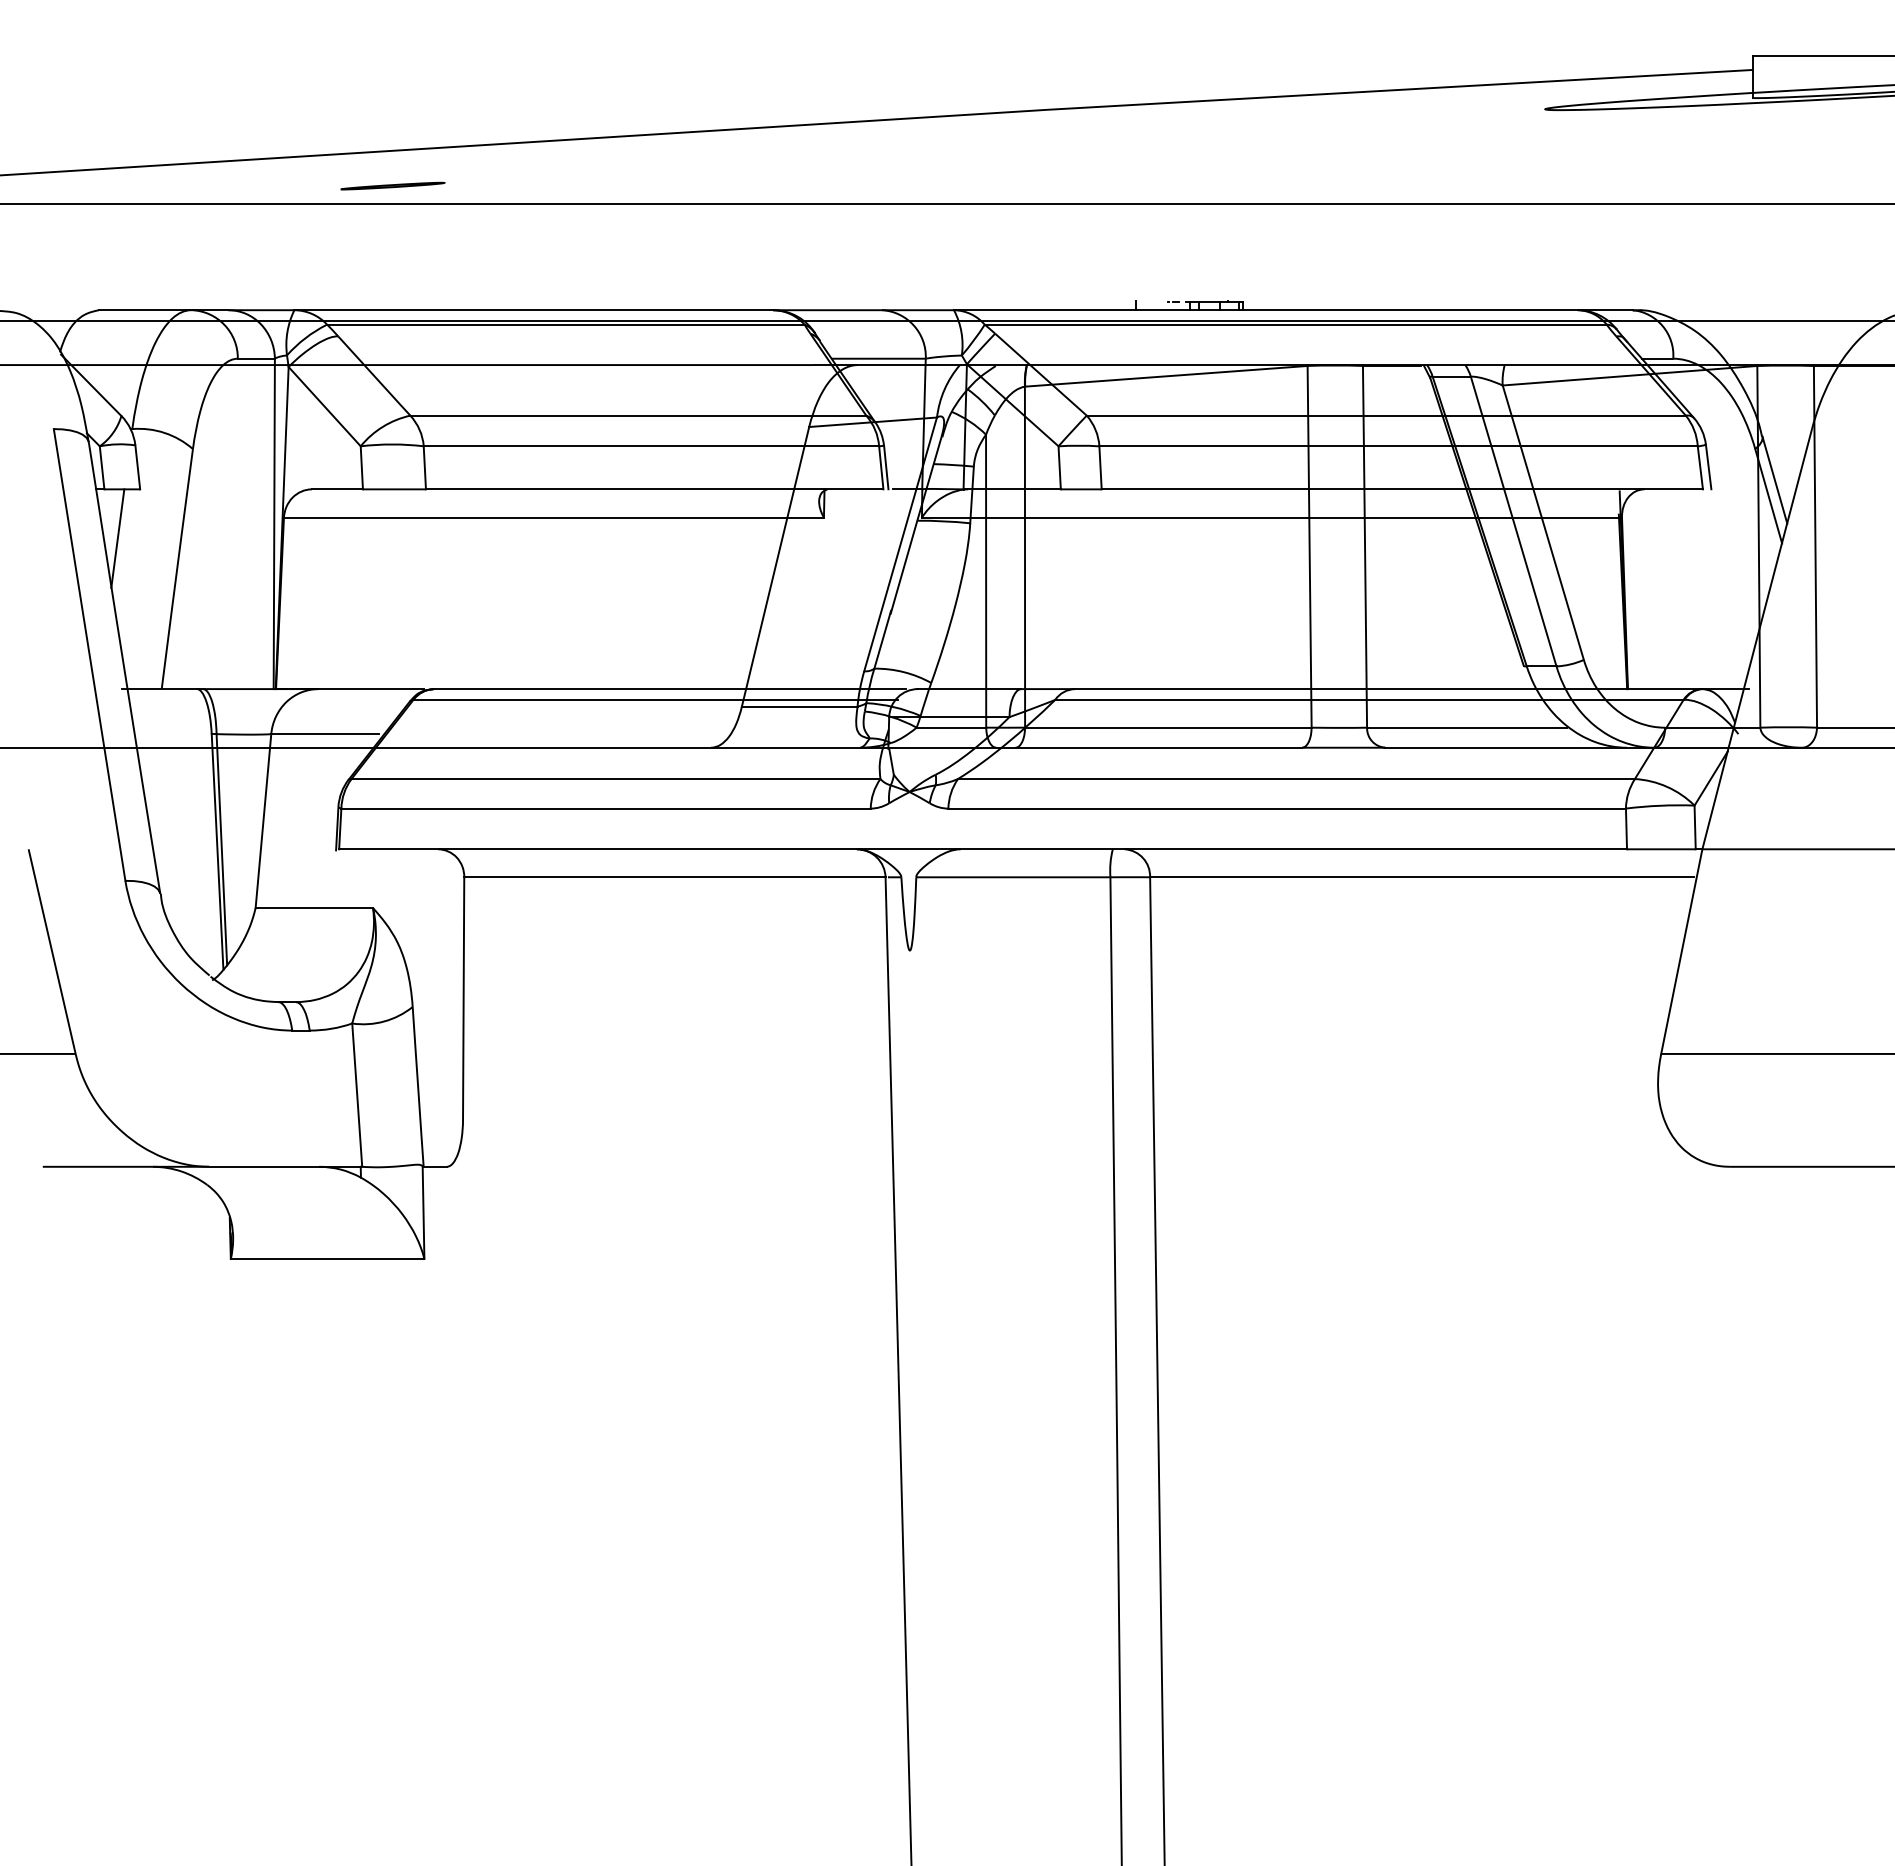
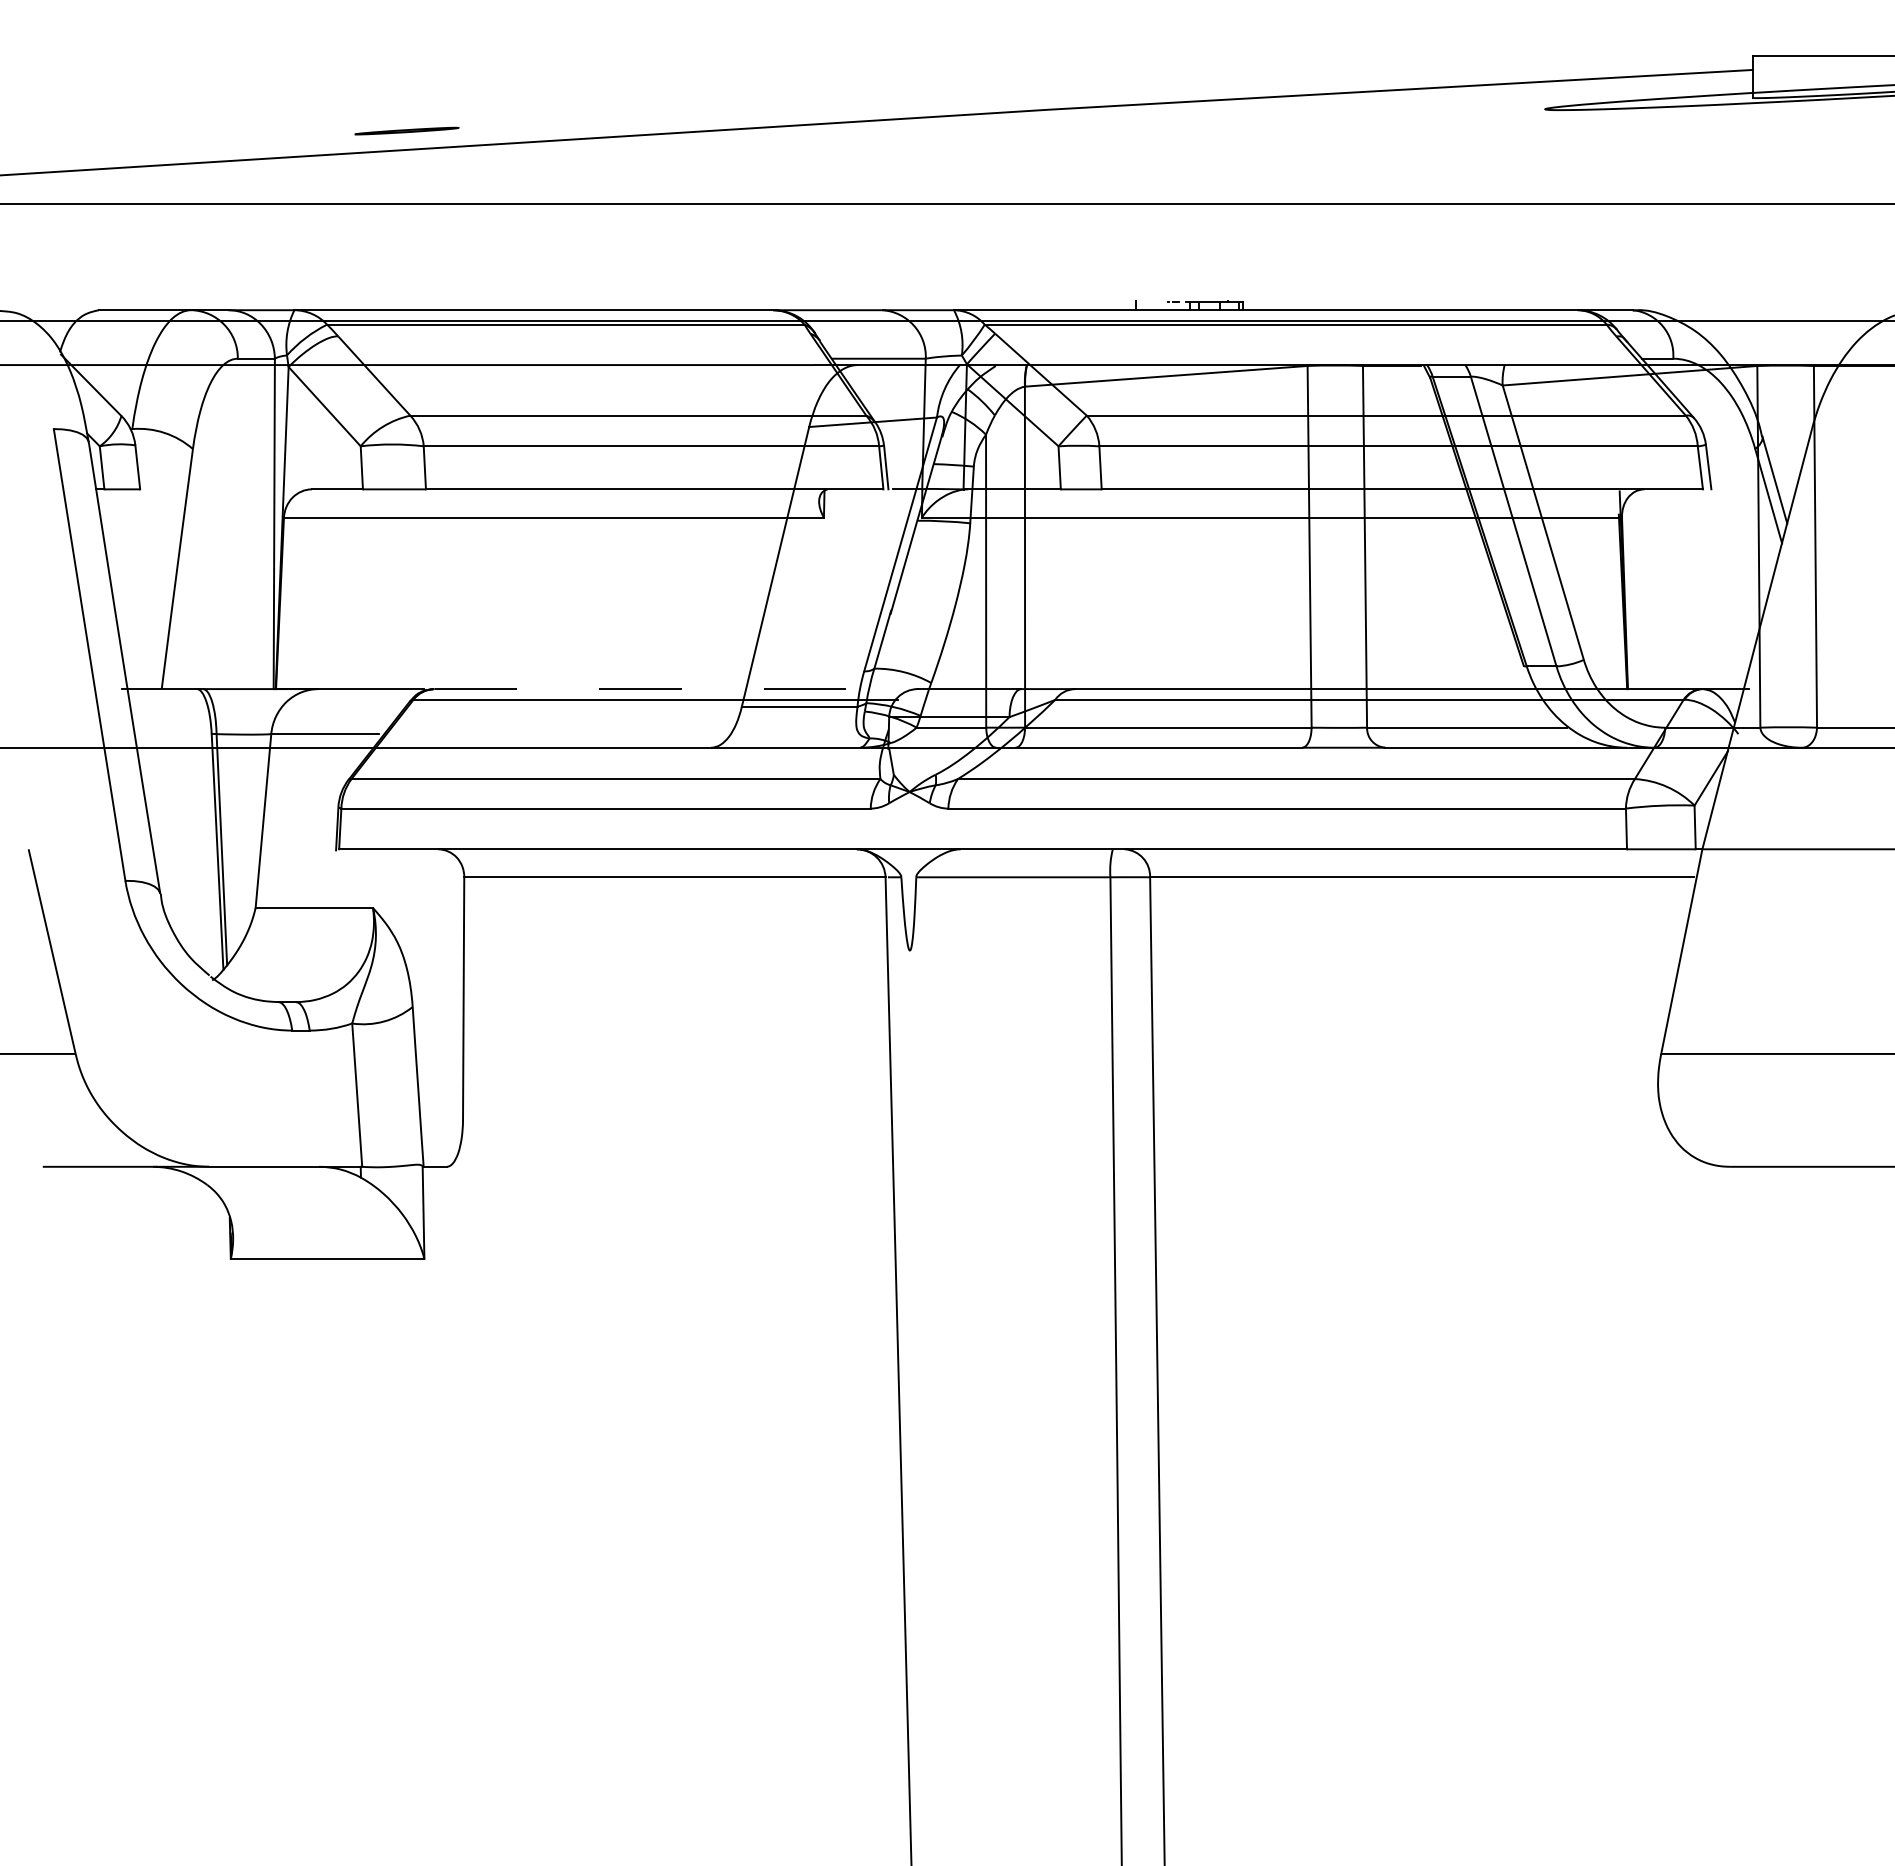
part at (392, 185) position: (392, 185) -> (406, 130)
line at (117, 538): present -> none
line at (670, 689): solid -> dashed
